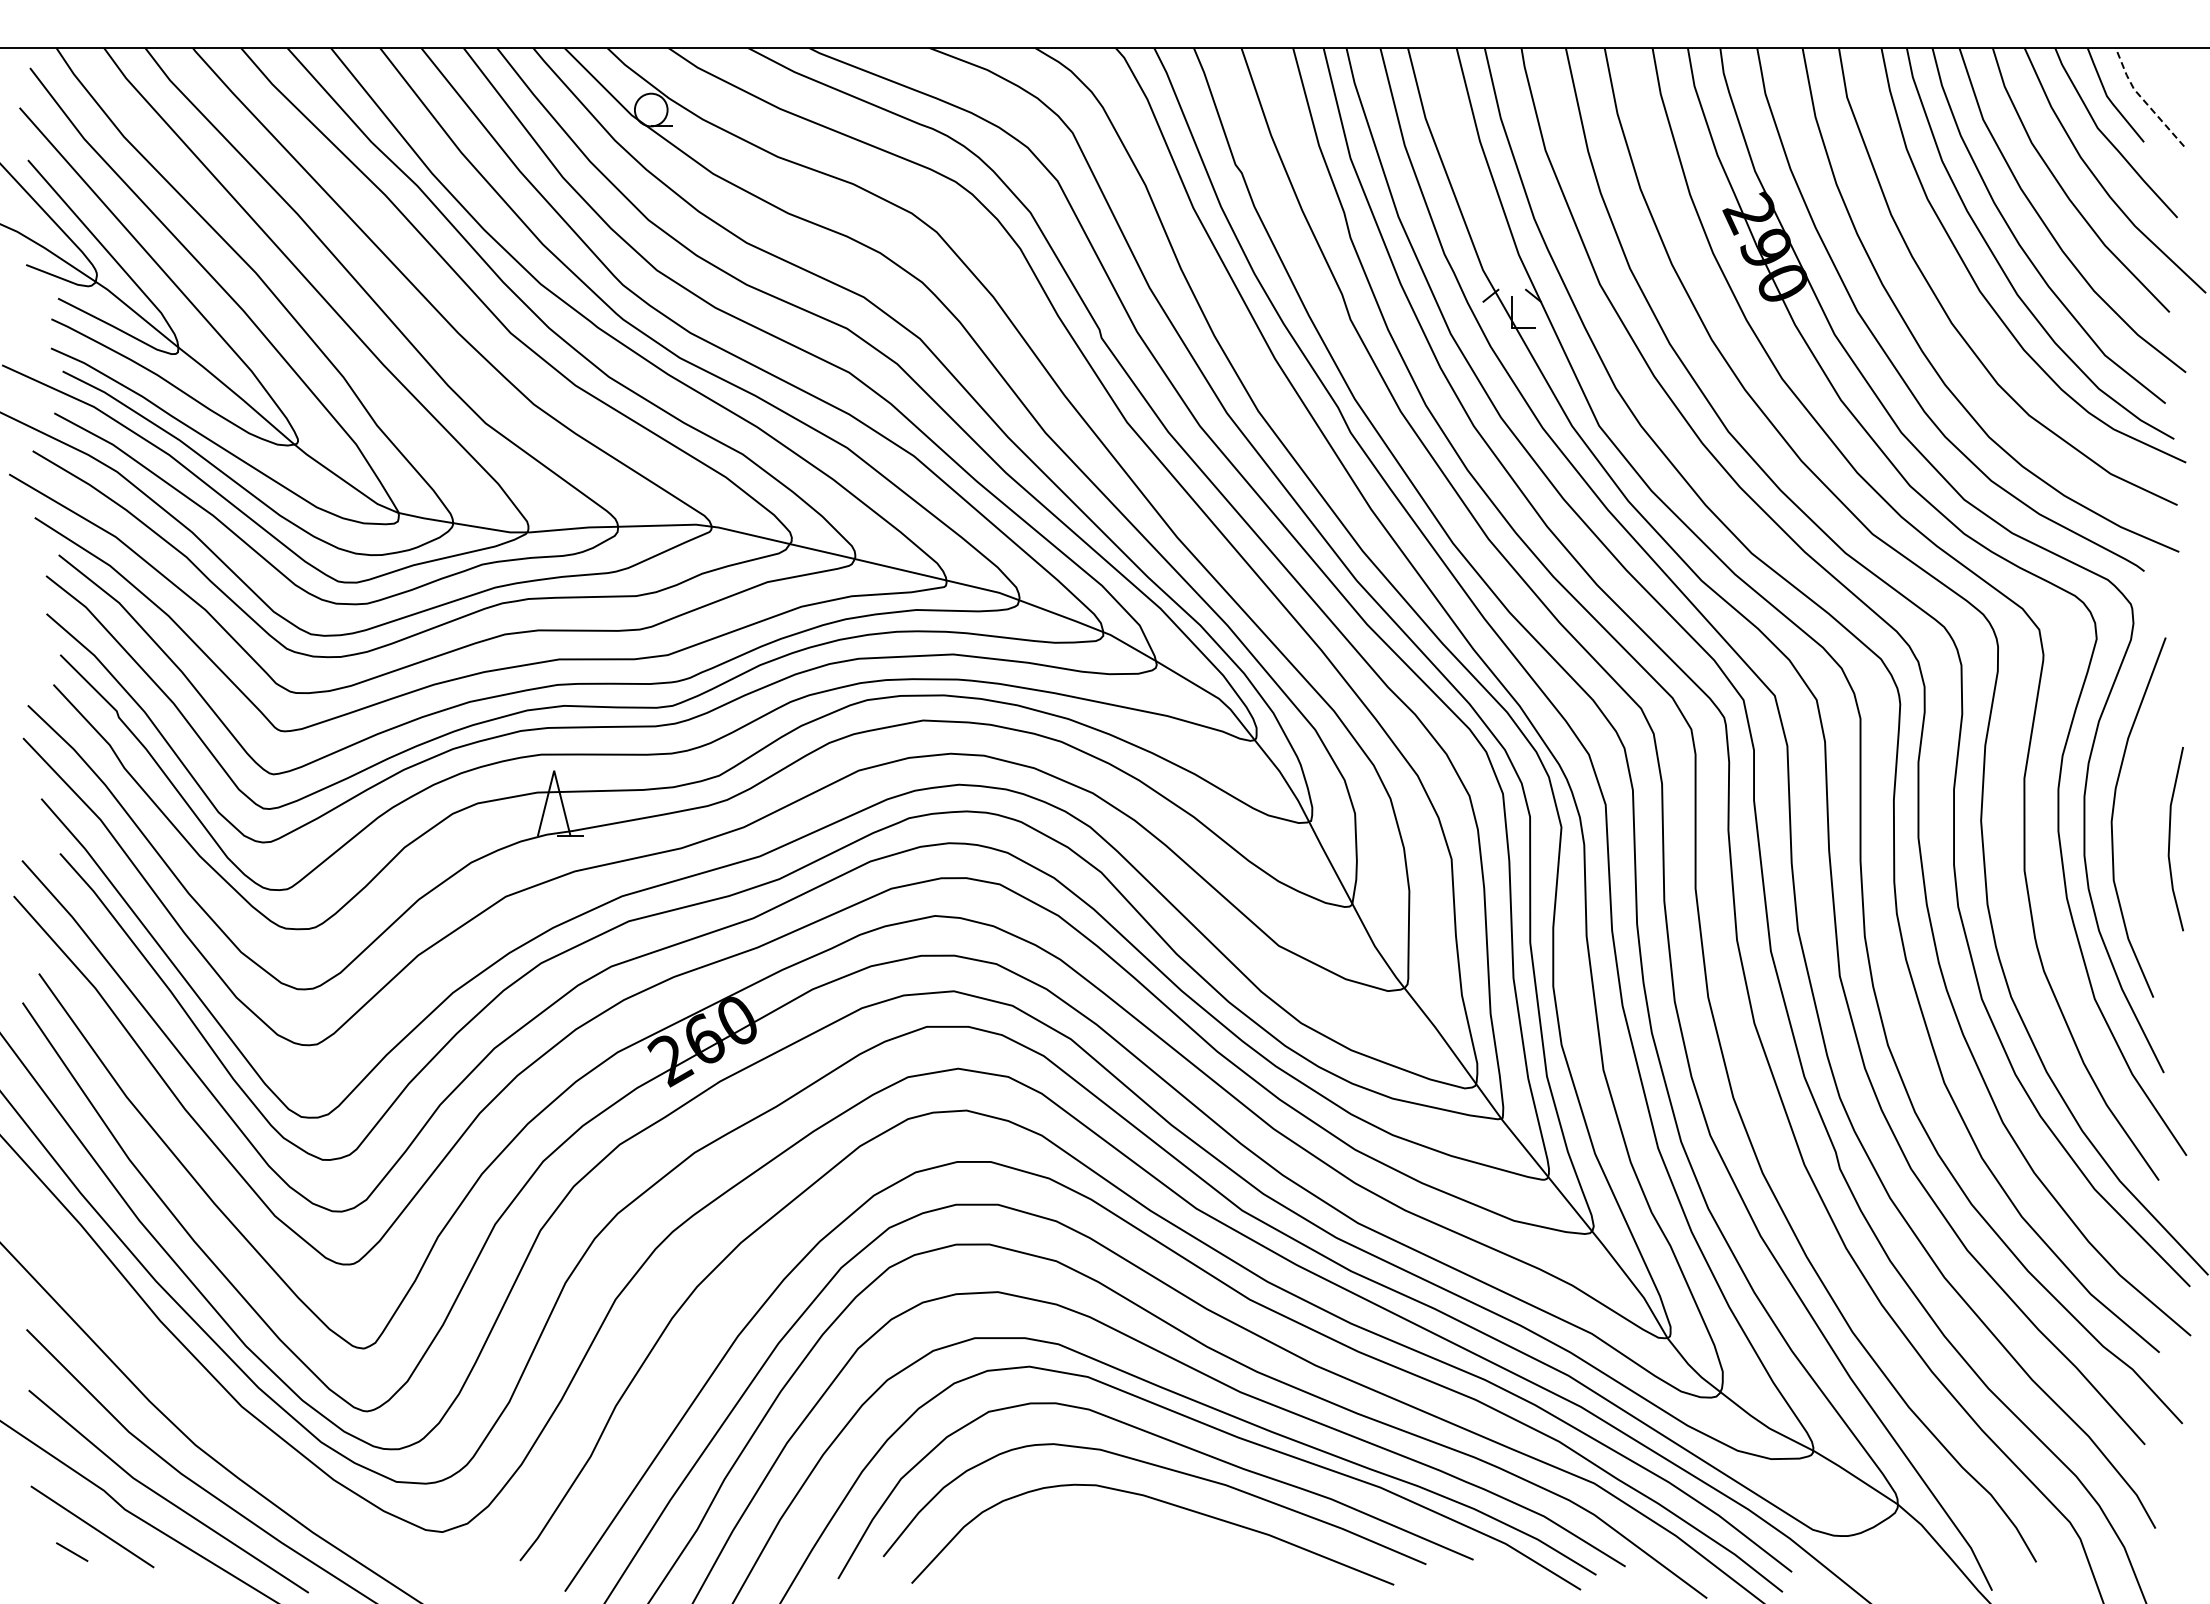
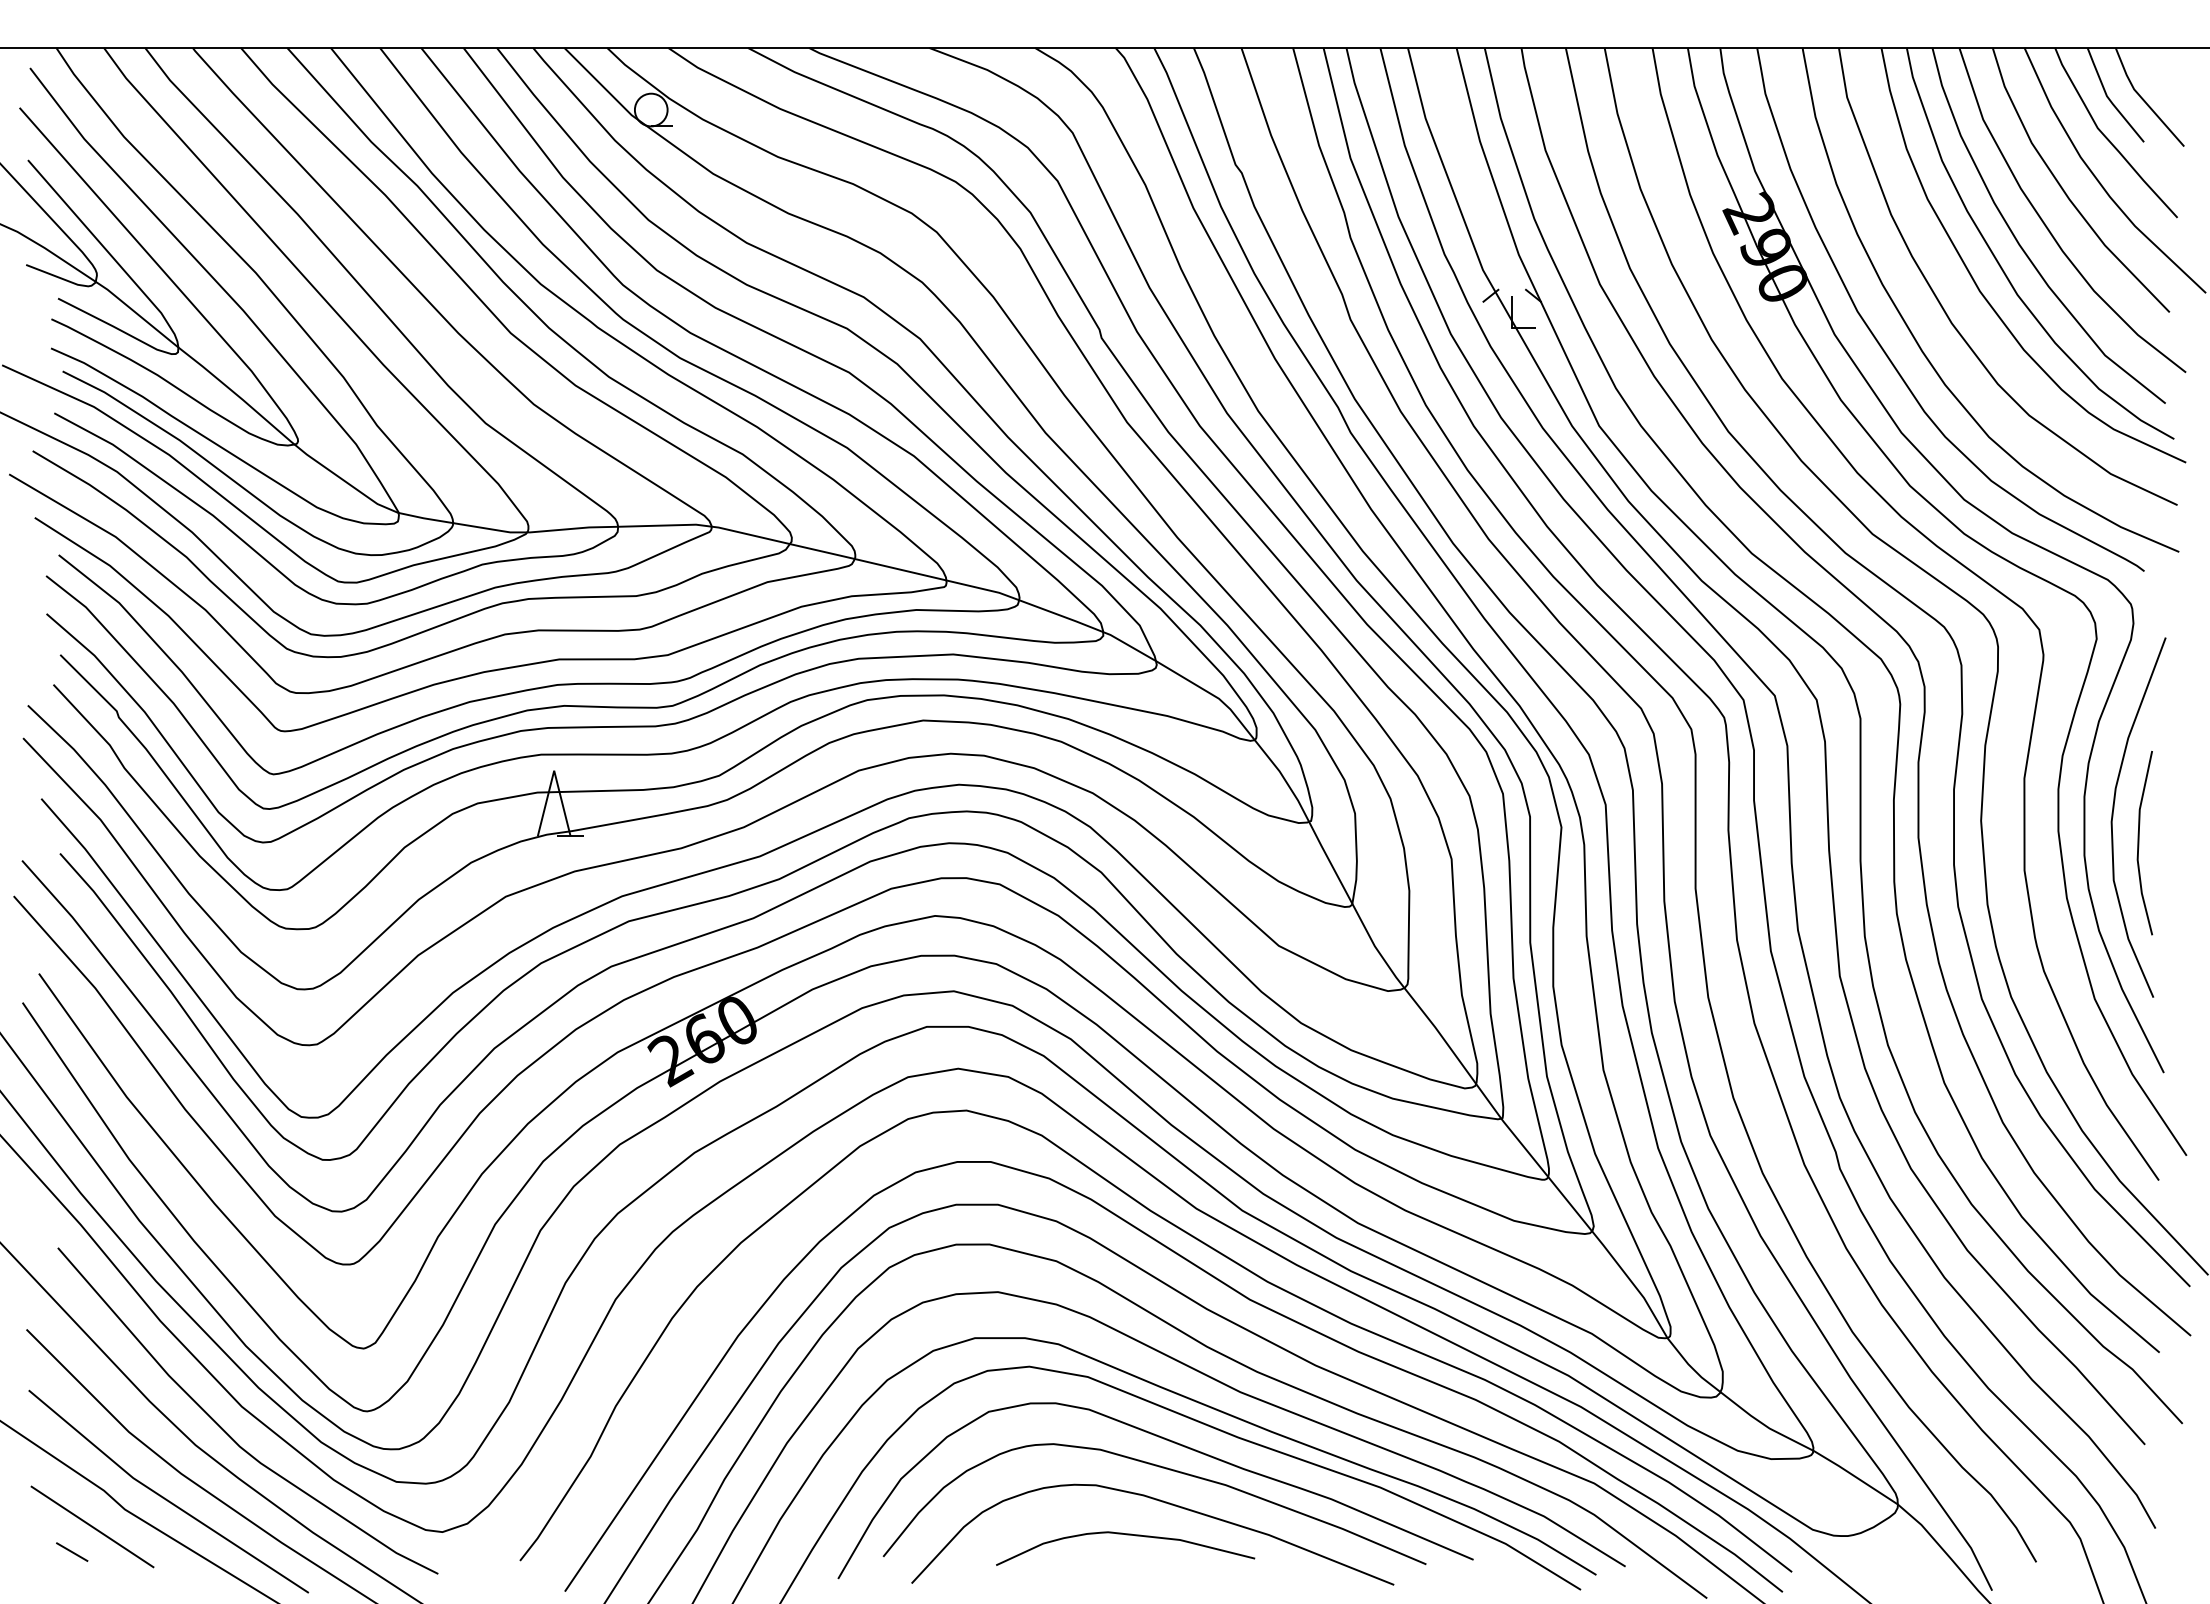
line at (2143, 99): dashed -> solid
line at (2170, 839) position: (2170, 839) -> (2139, 843)
curve at (226, 1431): none -> present
curve at (1126, 1535): none -> present
